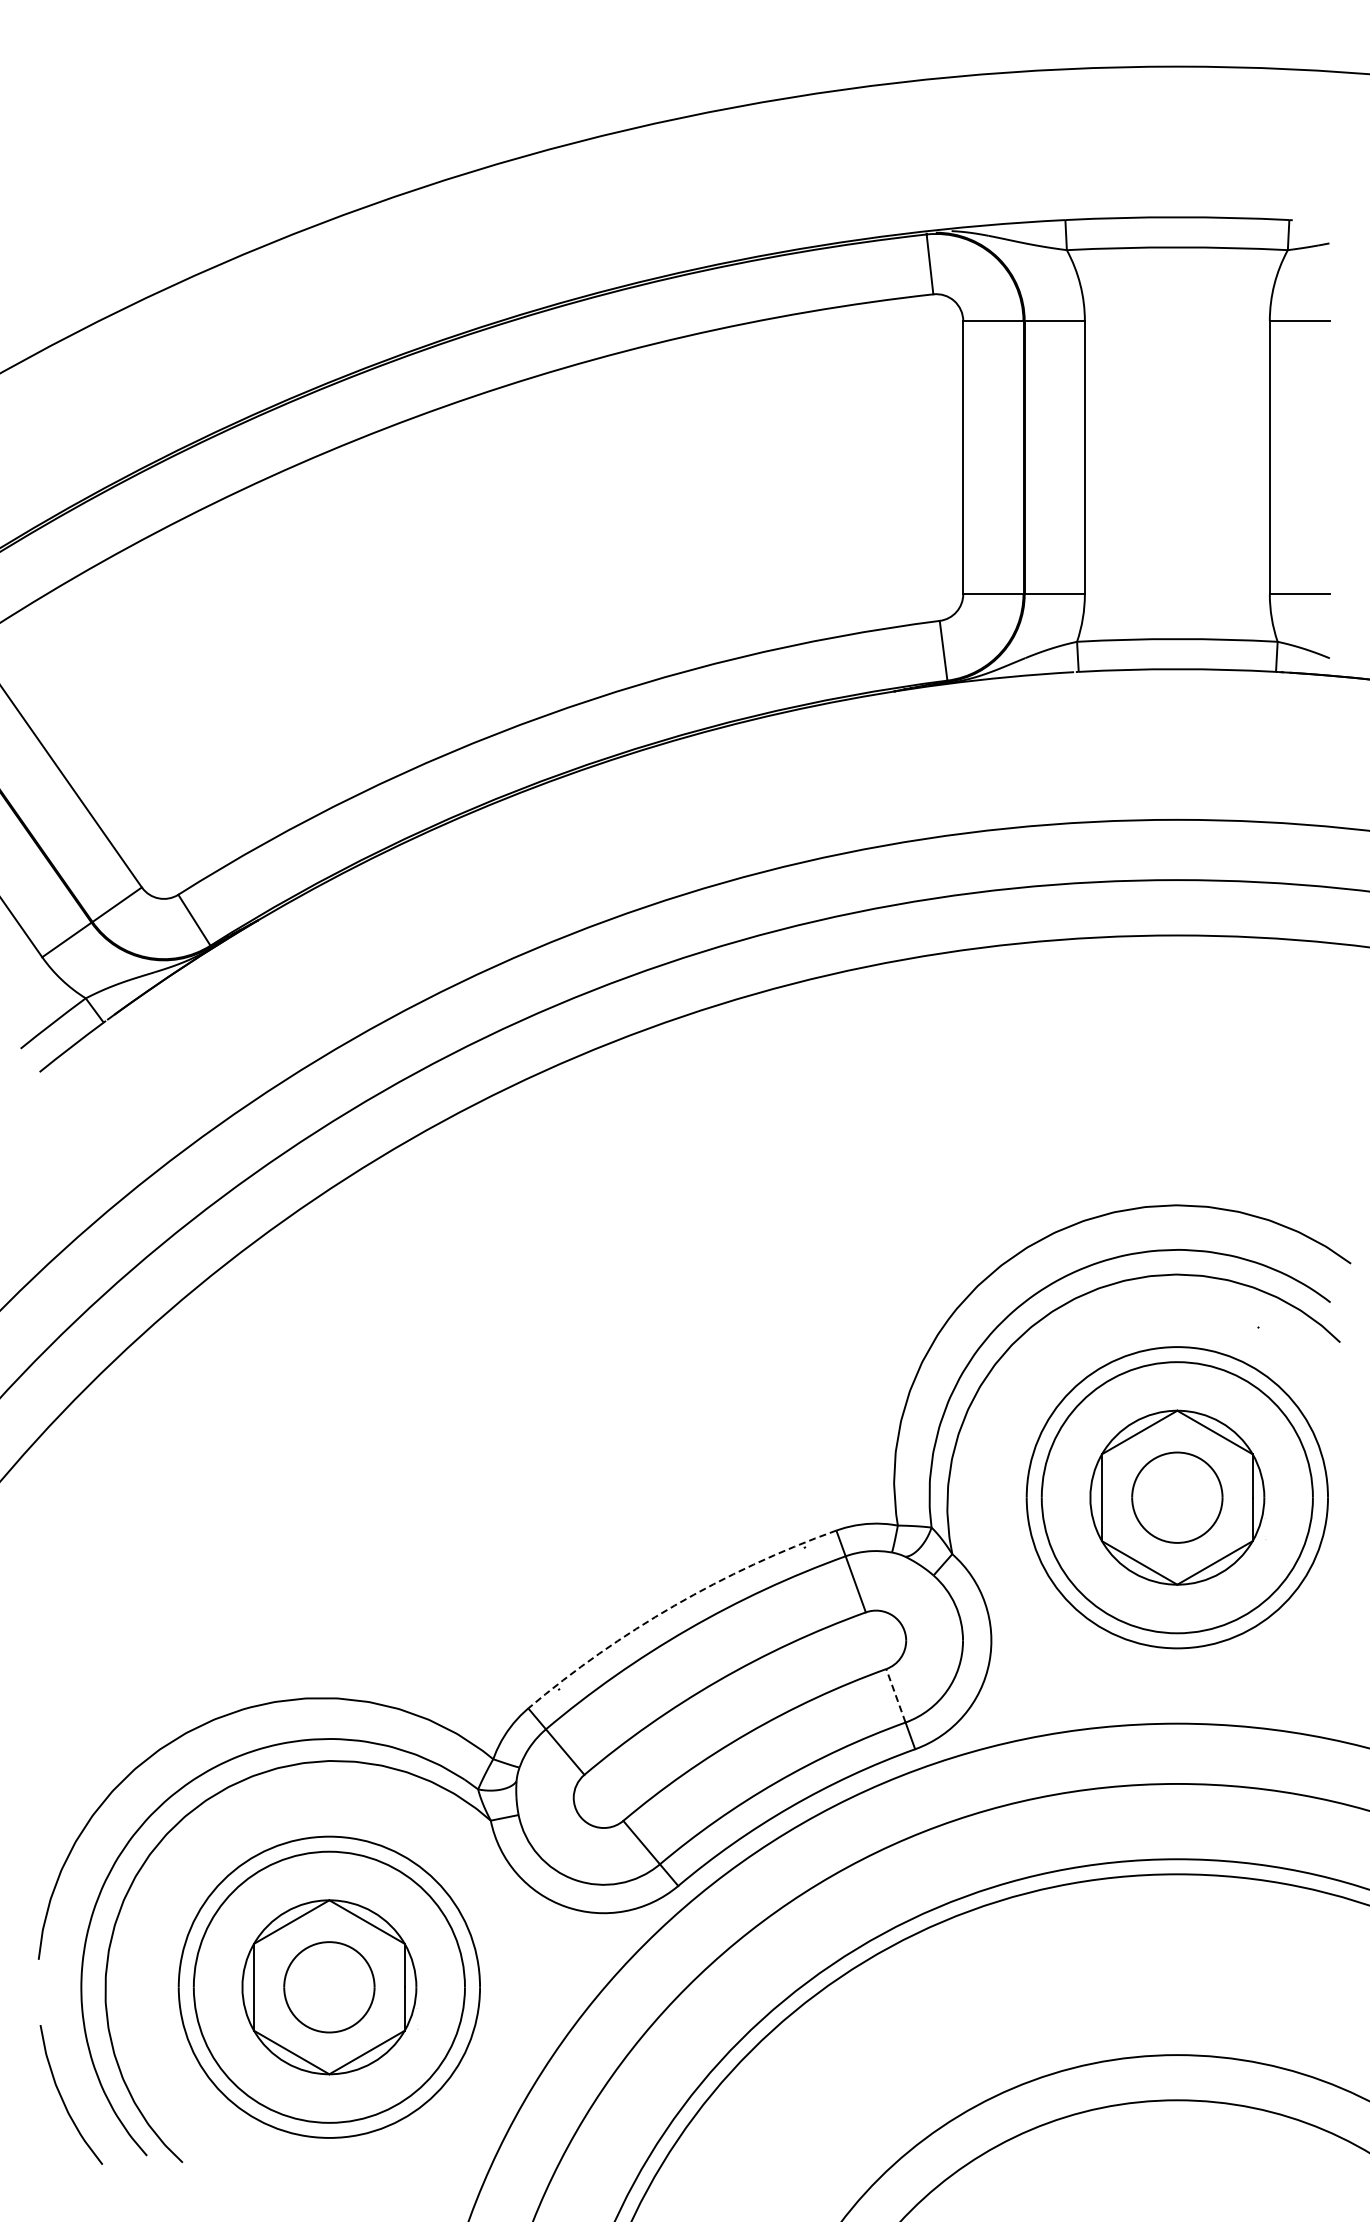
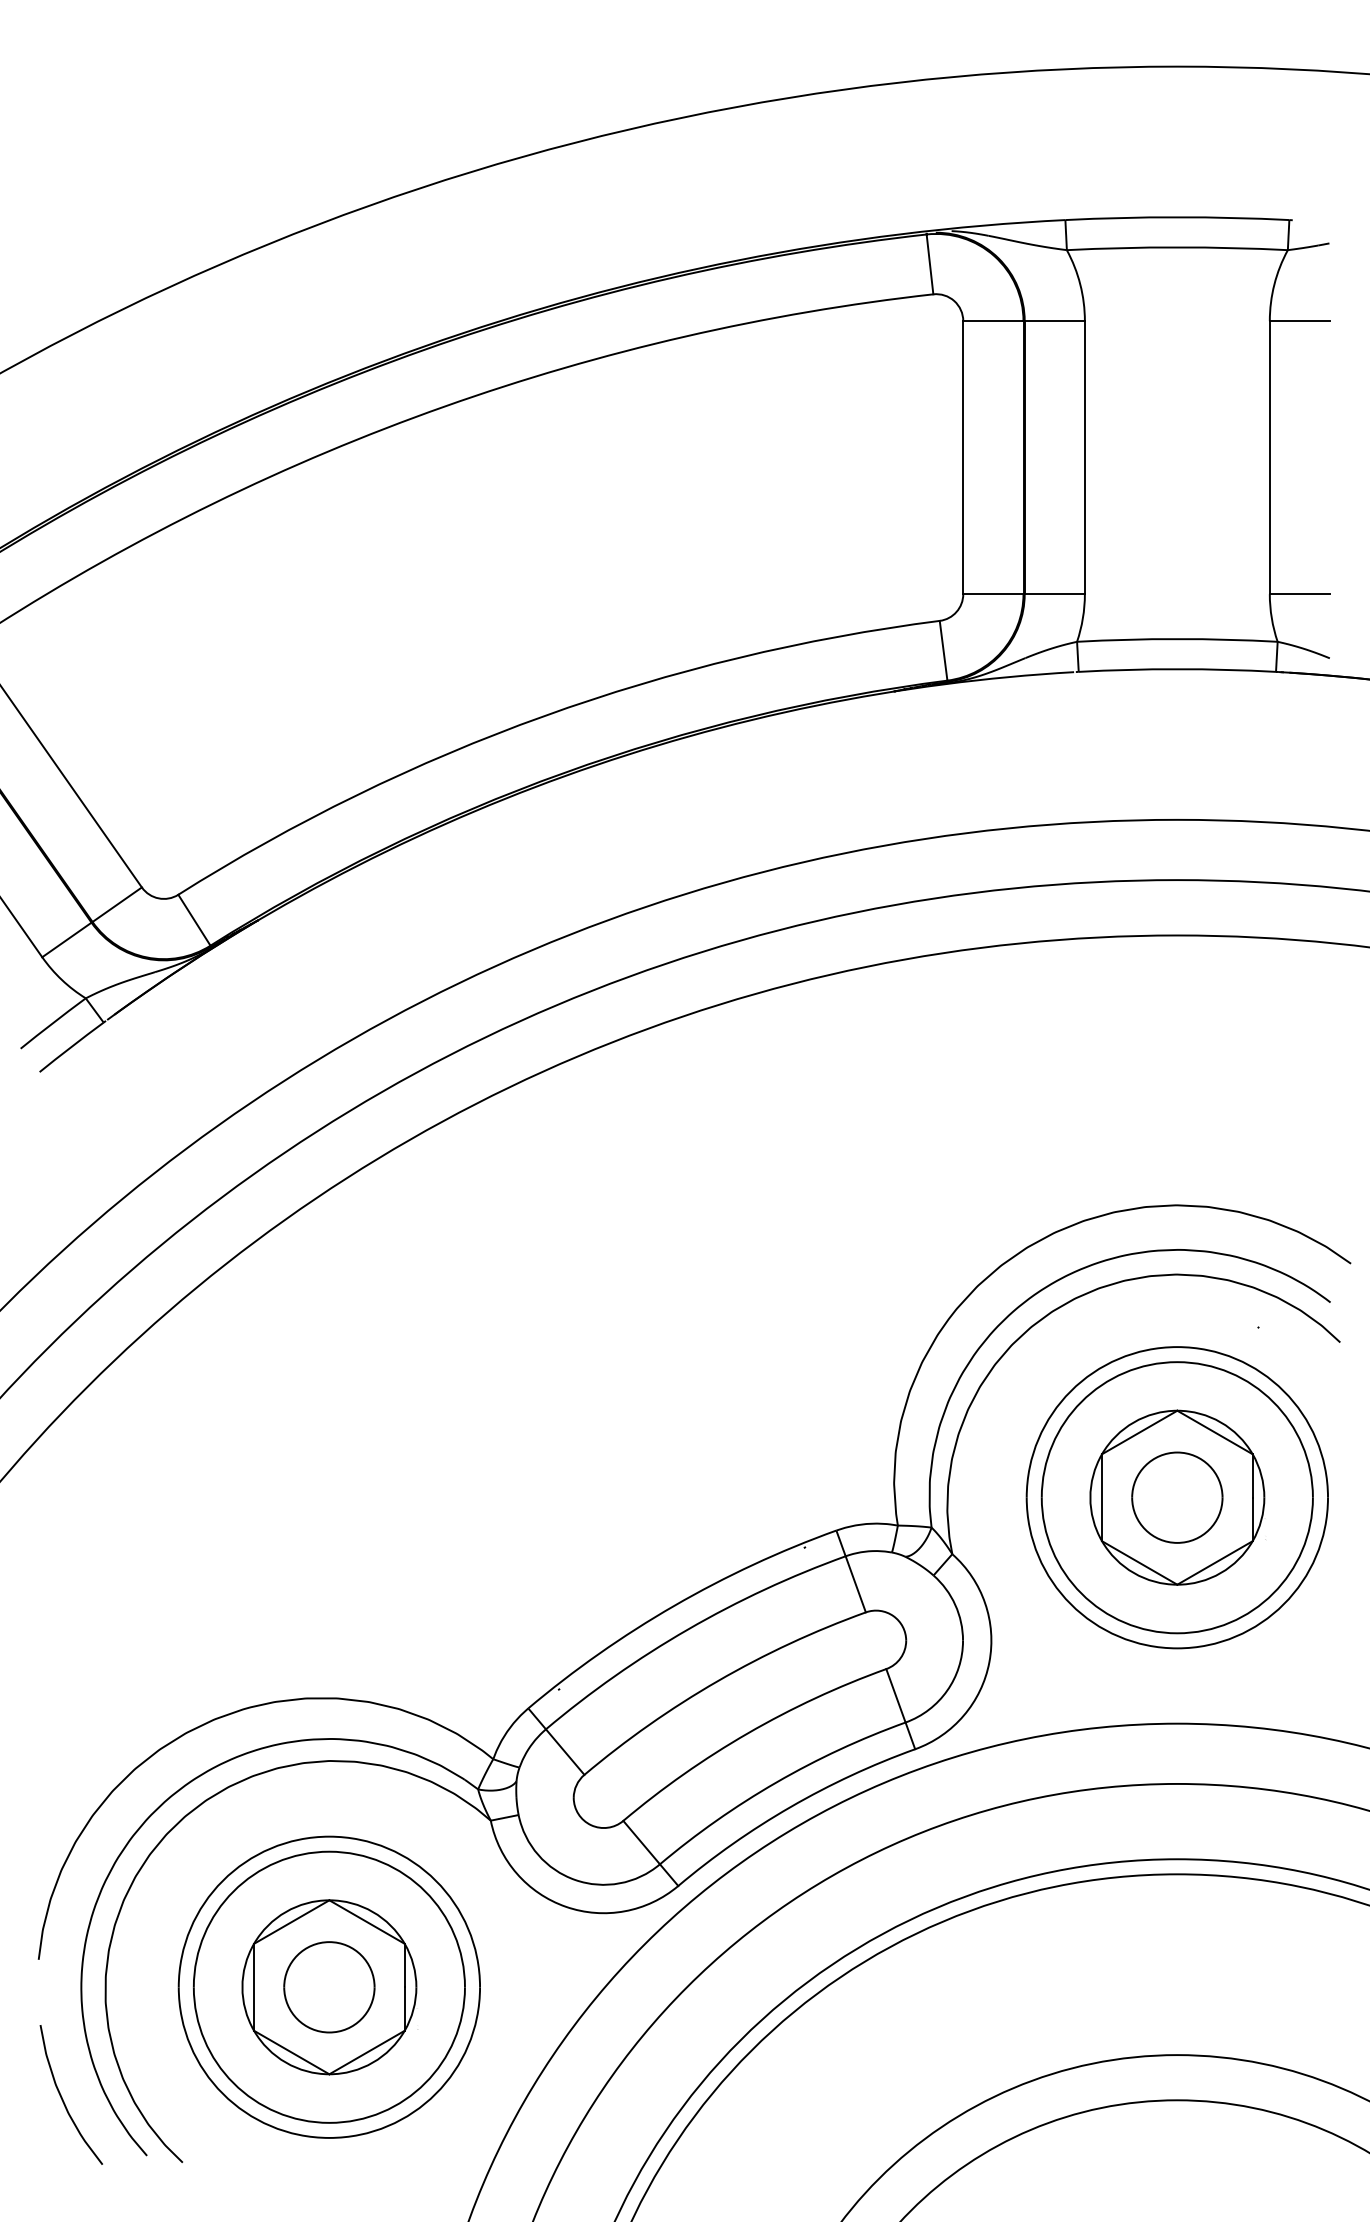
arc at (674, 1605): dashed -> solid
line at (895, 1695): dashed -> solid
